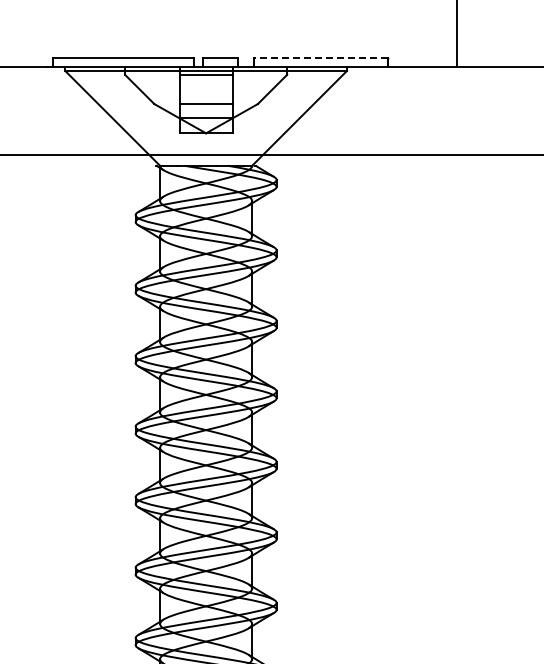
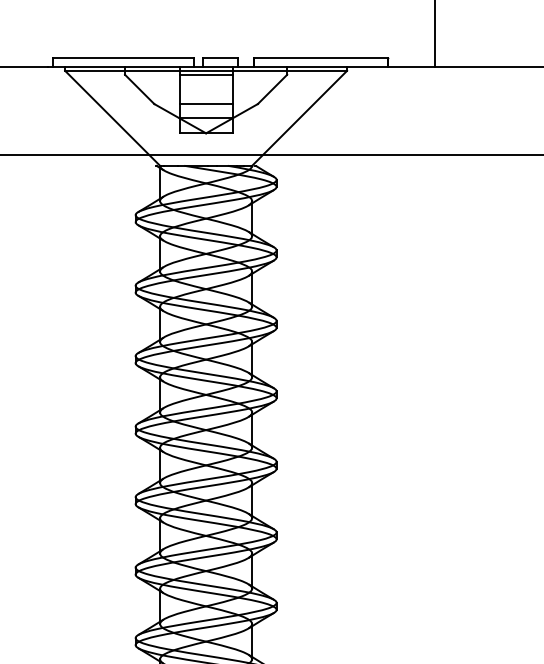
line at (457, 34) position: (457, 34) -> (435, 34)
line at (321, 58): dashed -> solid
